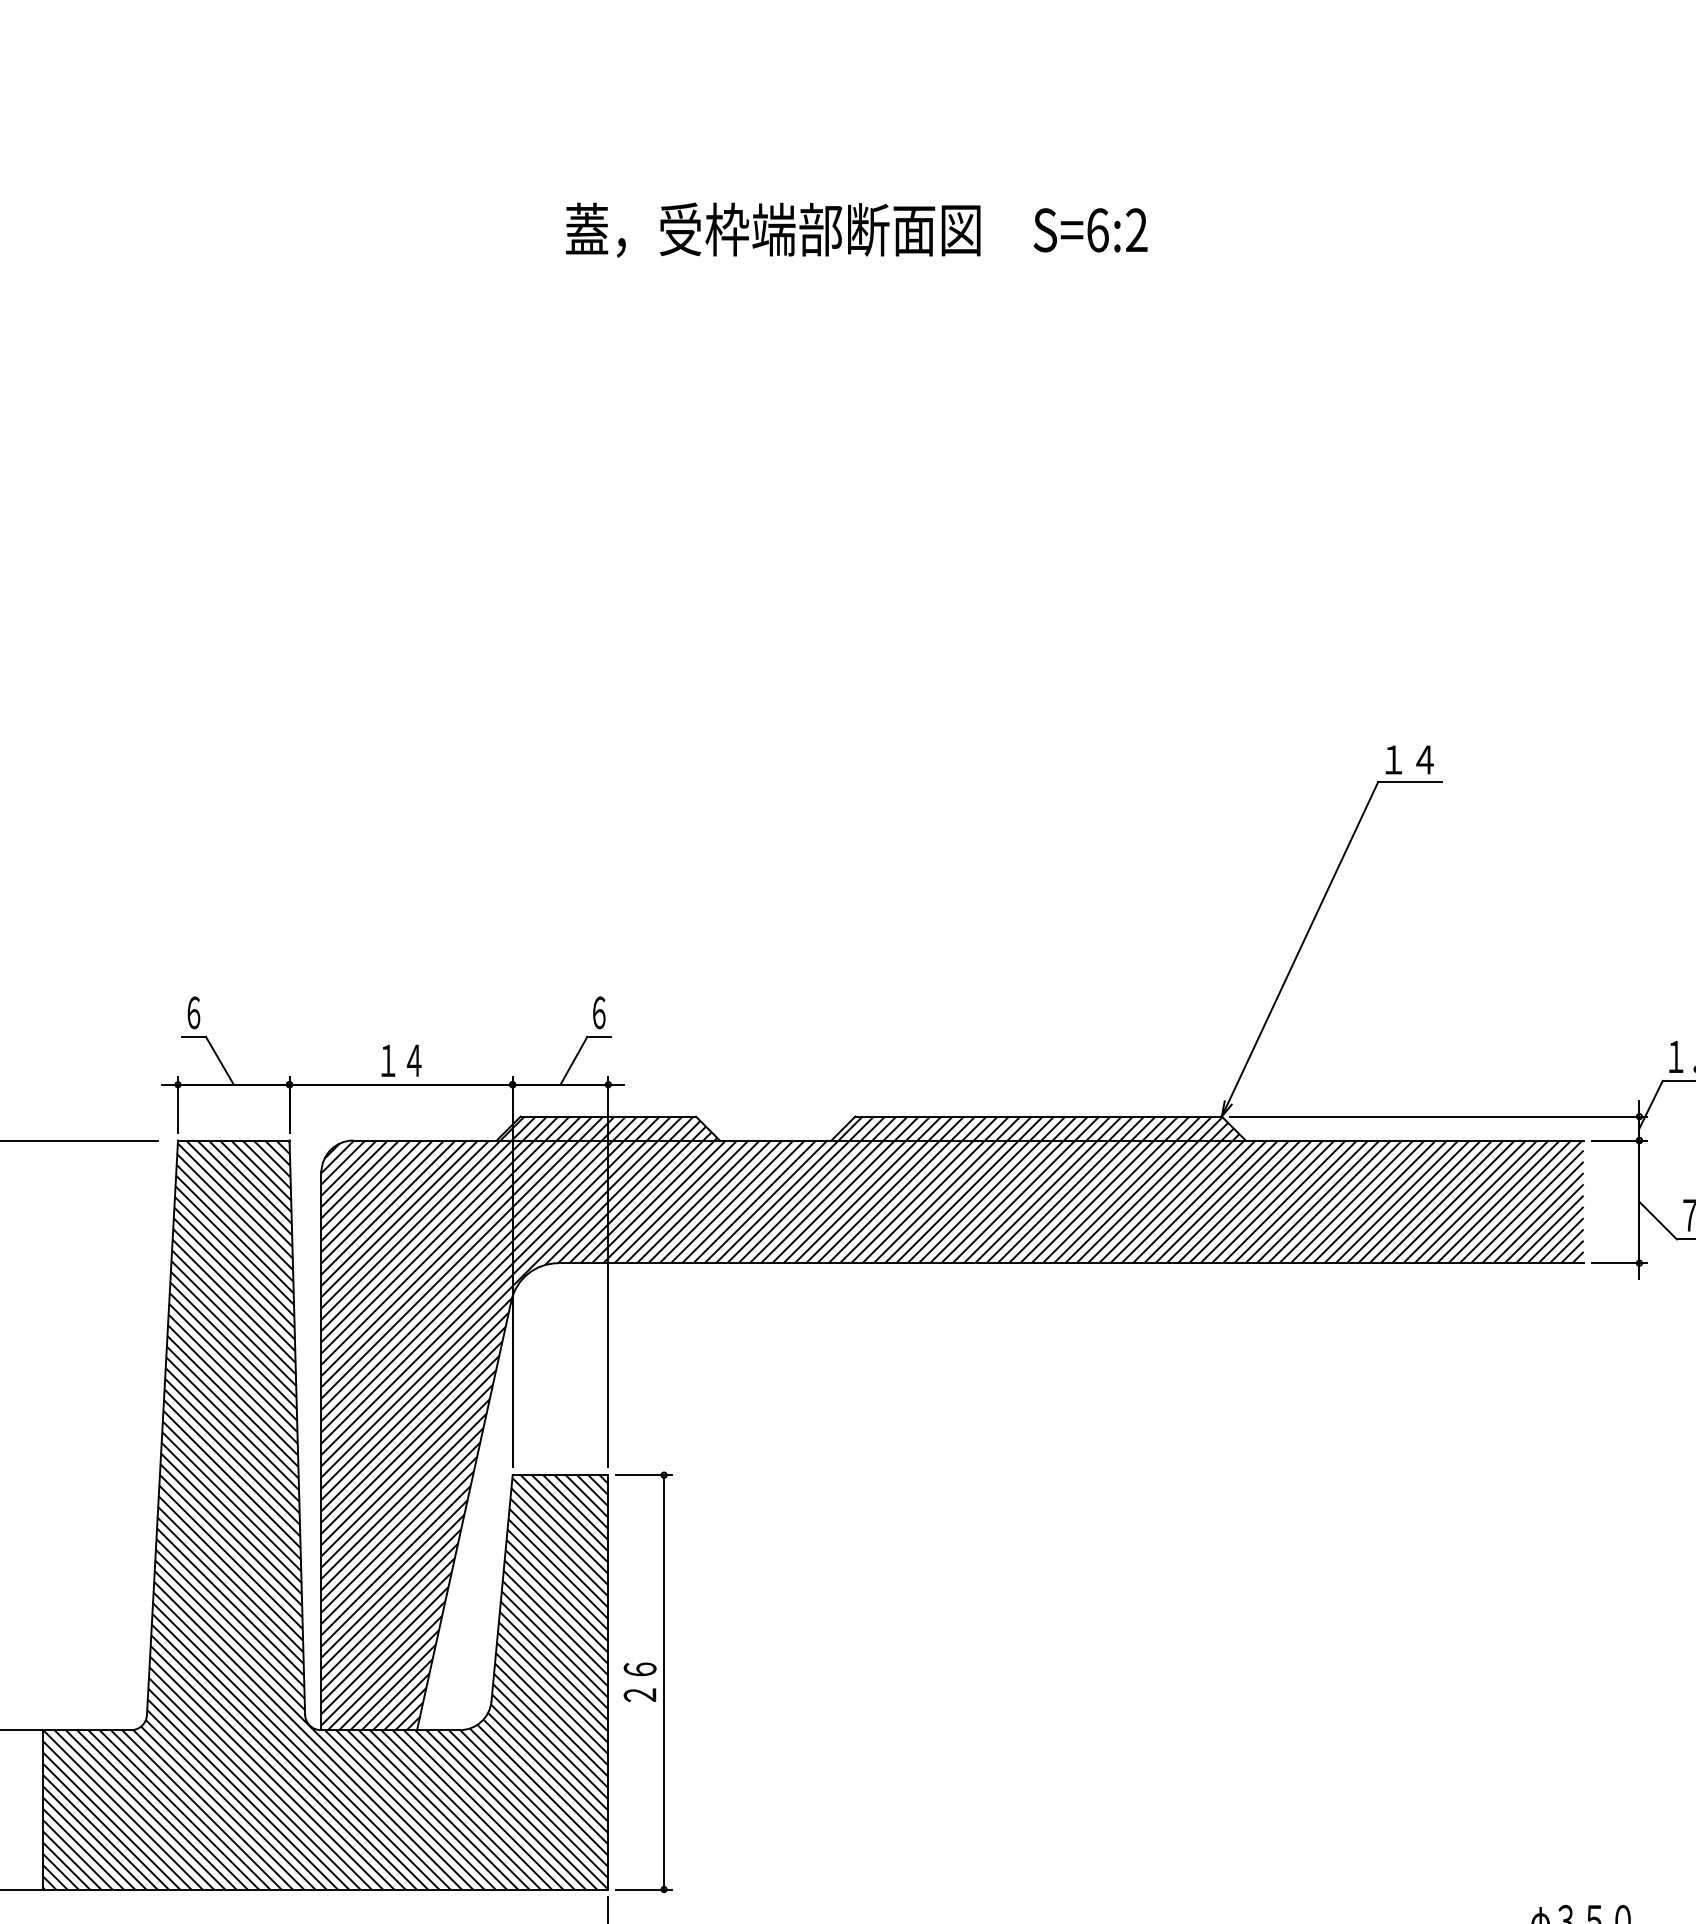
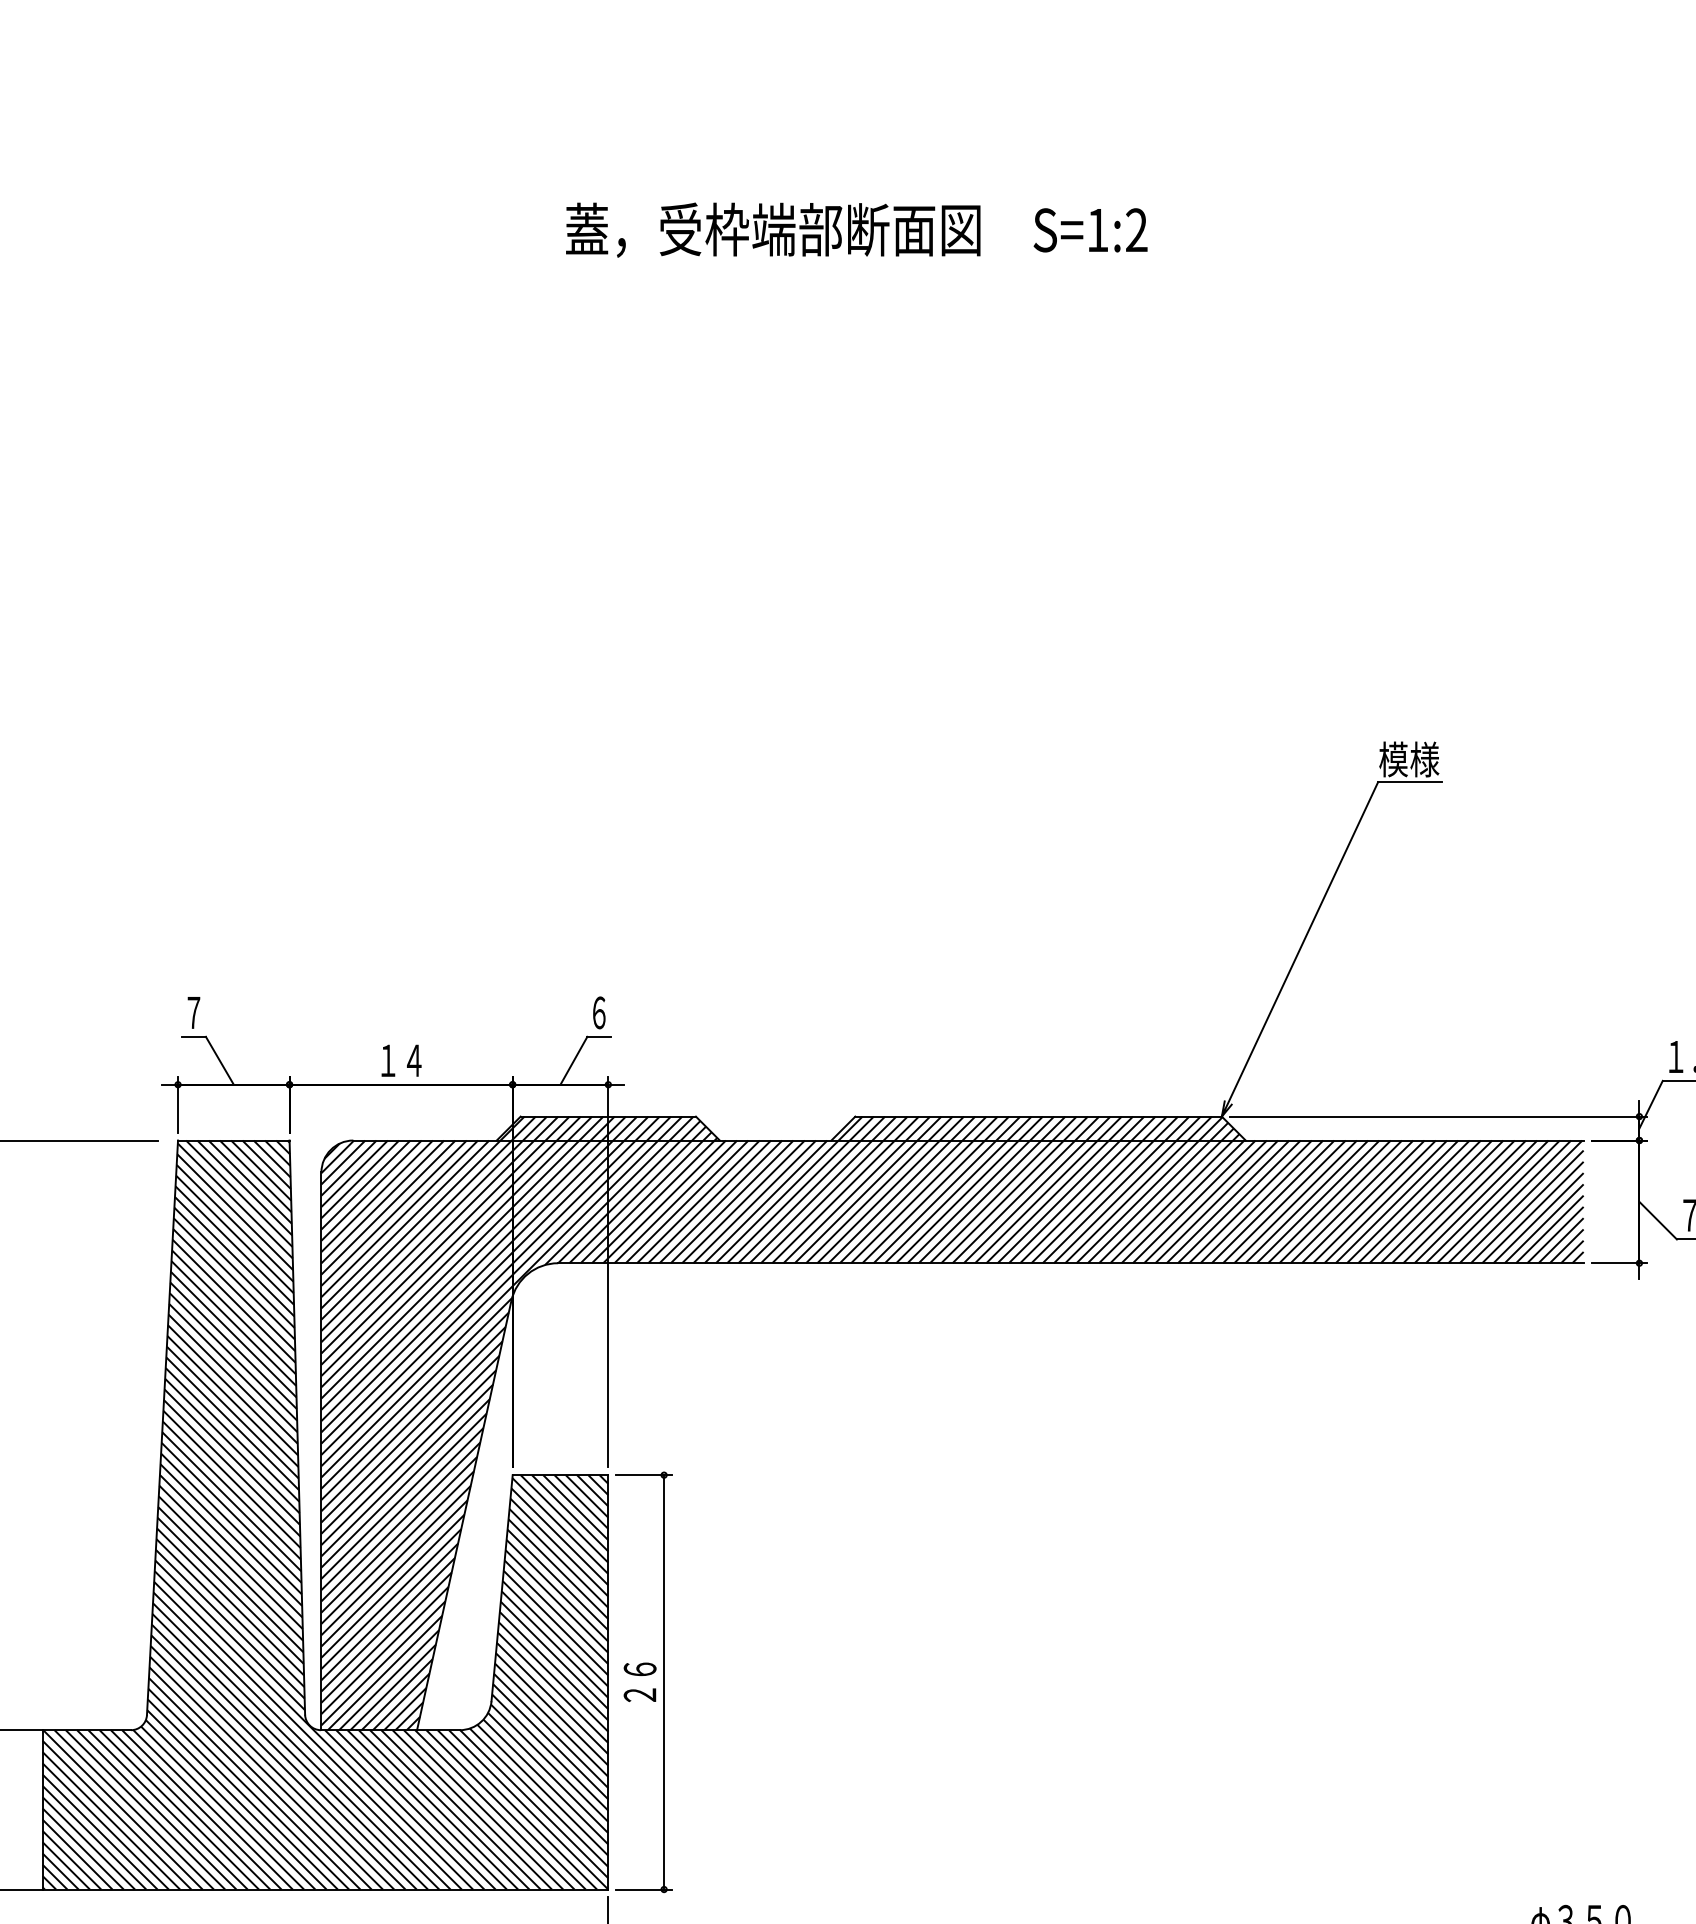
text at (1097, 230): S=6:2 -> S=1:2
text at (1409, 759): １４ -> 模様
text at (193, 1012): ６ -> ７
